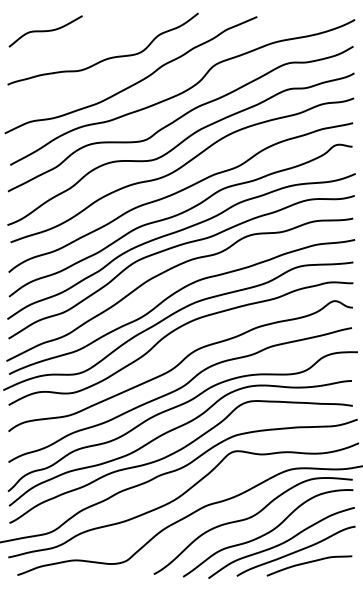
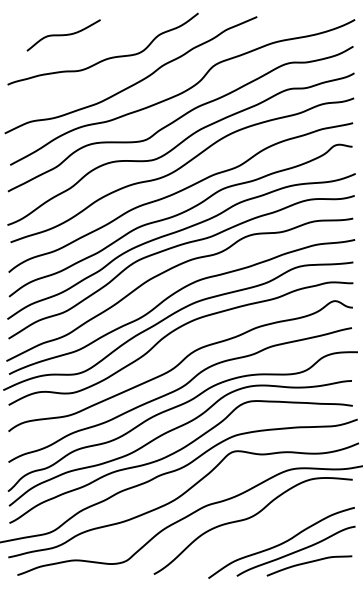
curve at (45, 31) position: (45, 31) -> (63, 35)
curve at (267, 533): present -> none
